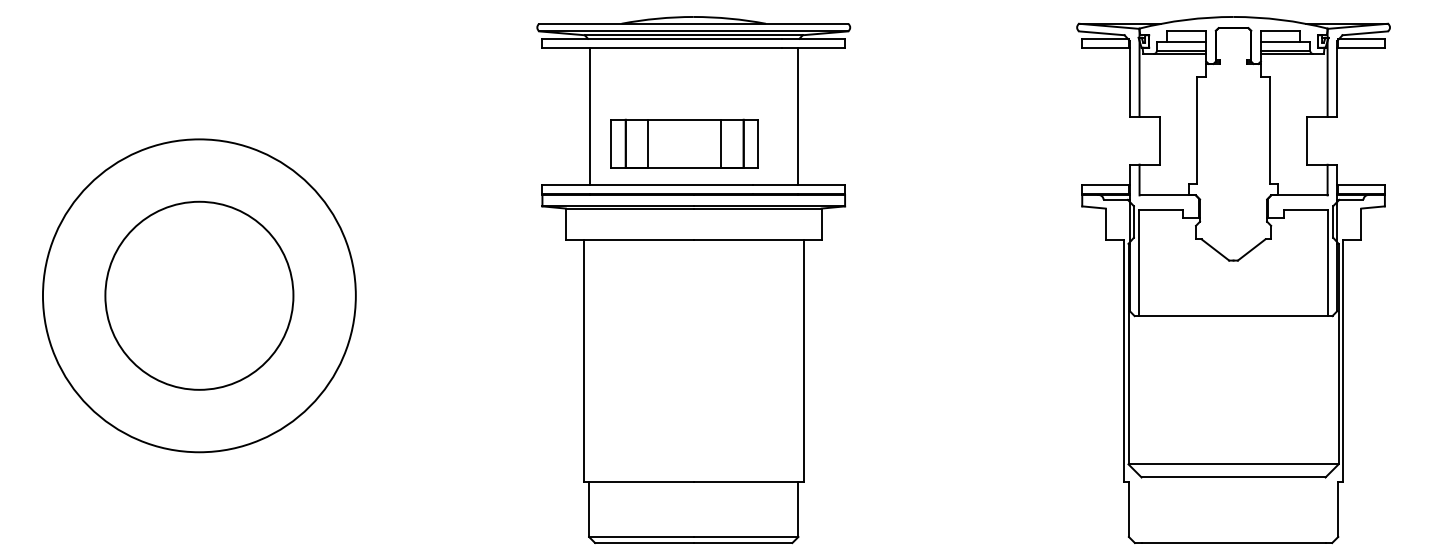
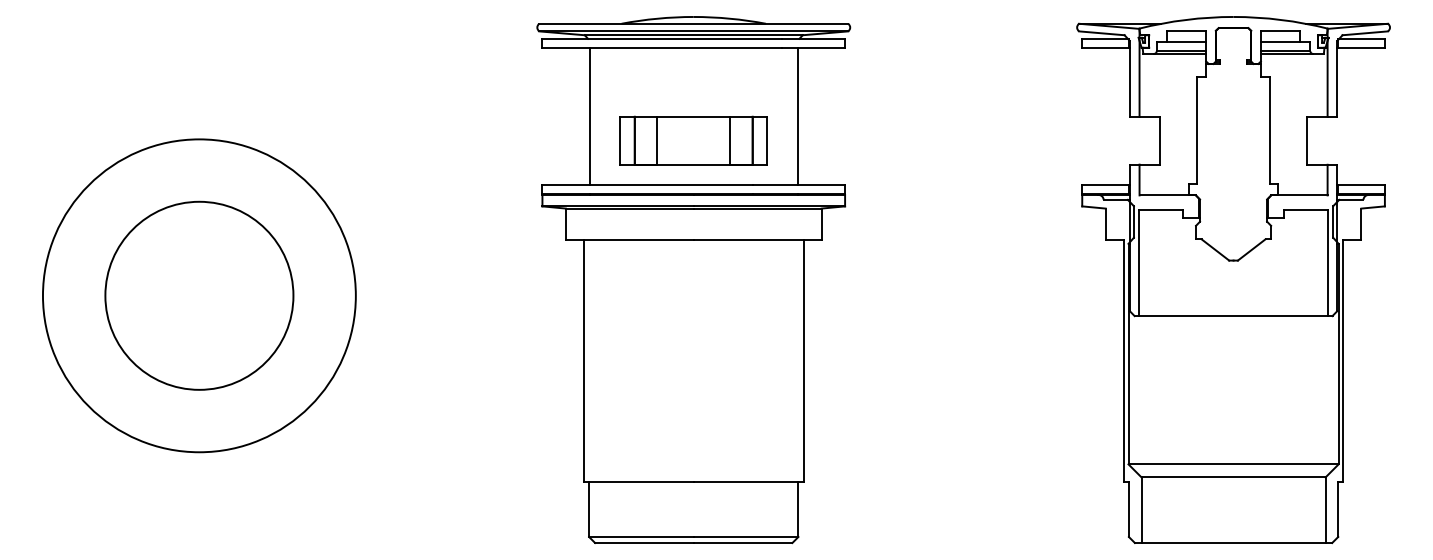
part at (684, 143) position: (684, 143) -> (693, 140)
line at (1141, 509): none -> present
line at (1325, 509): none -> present
